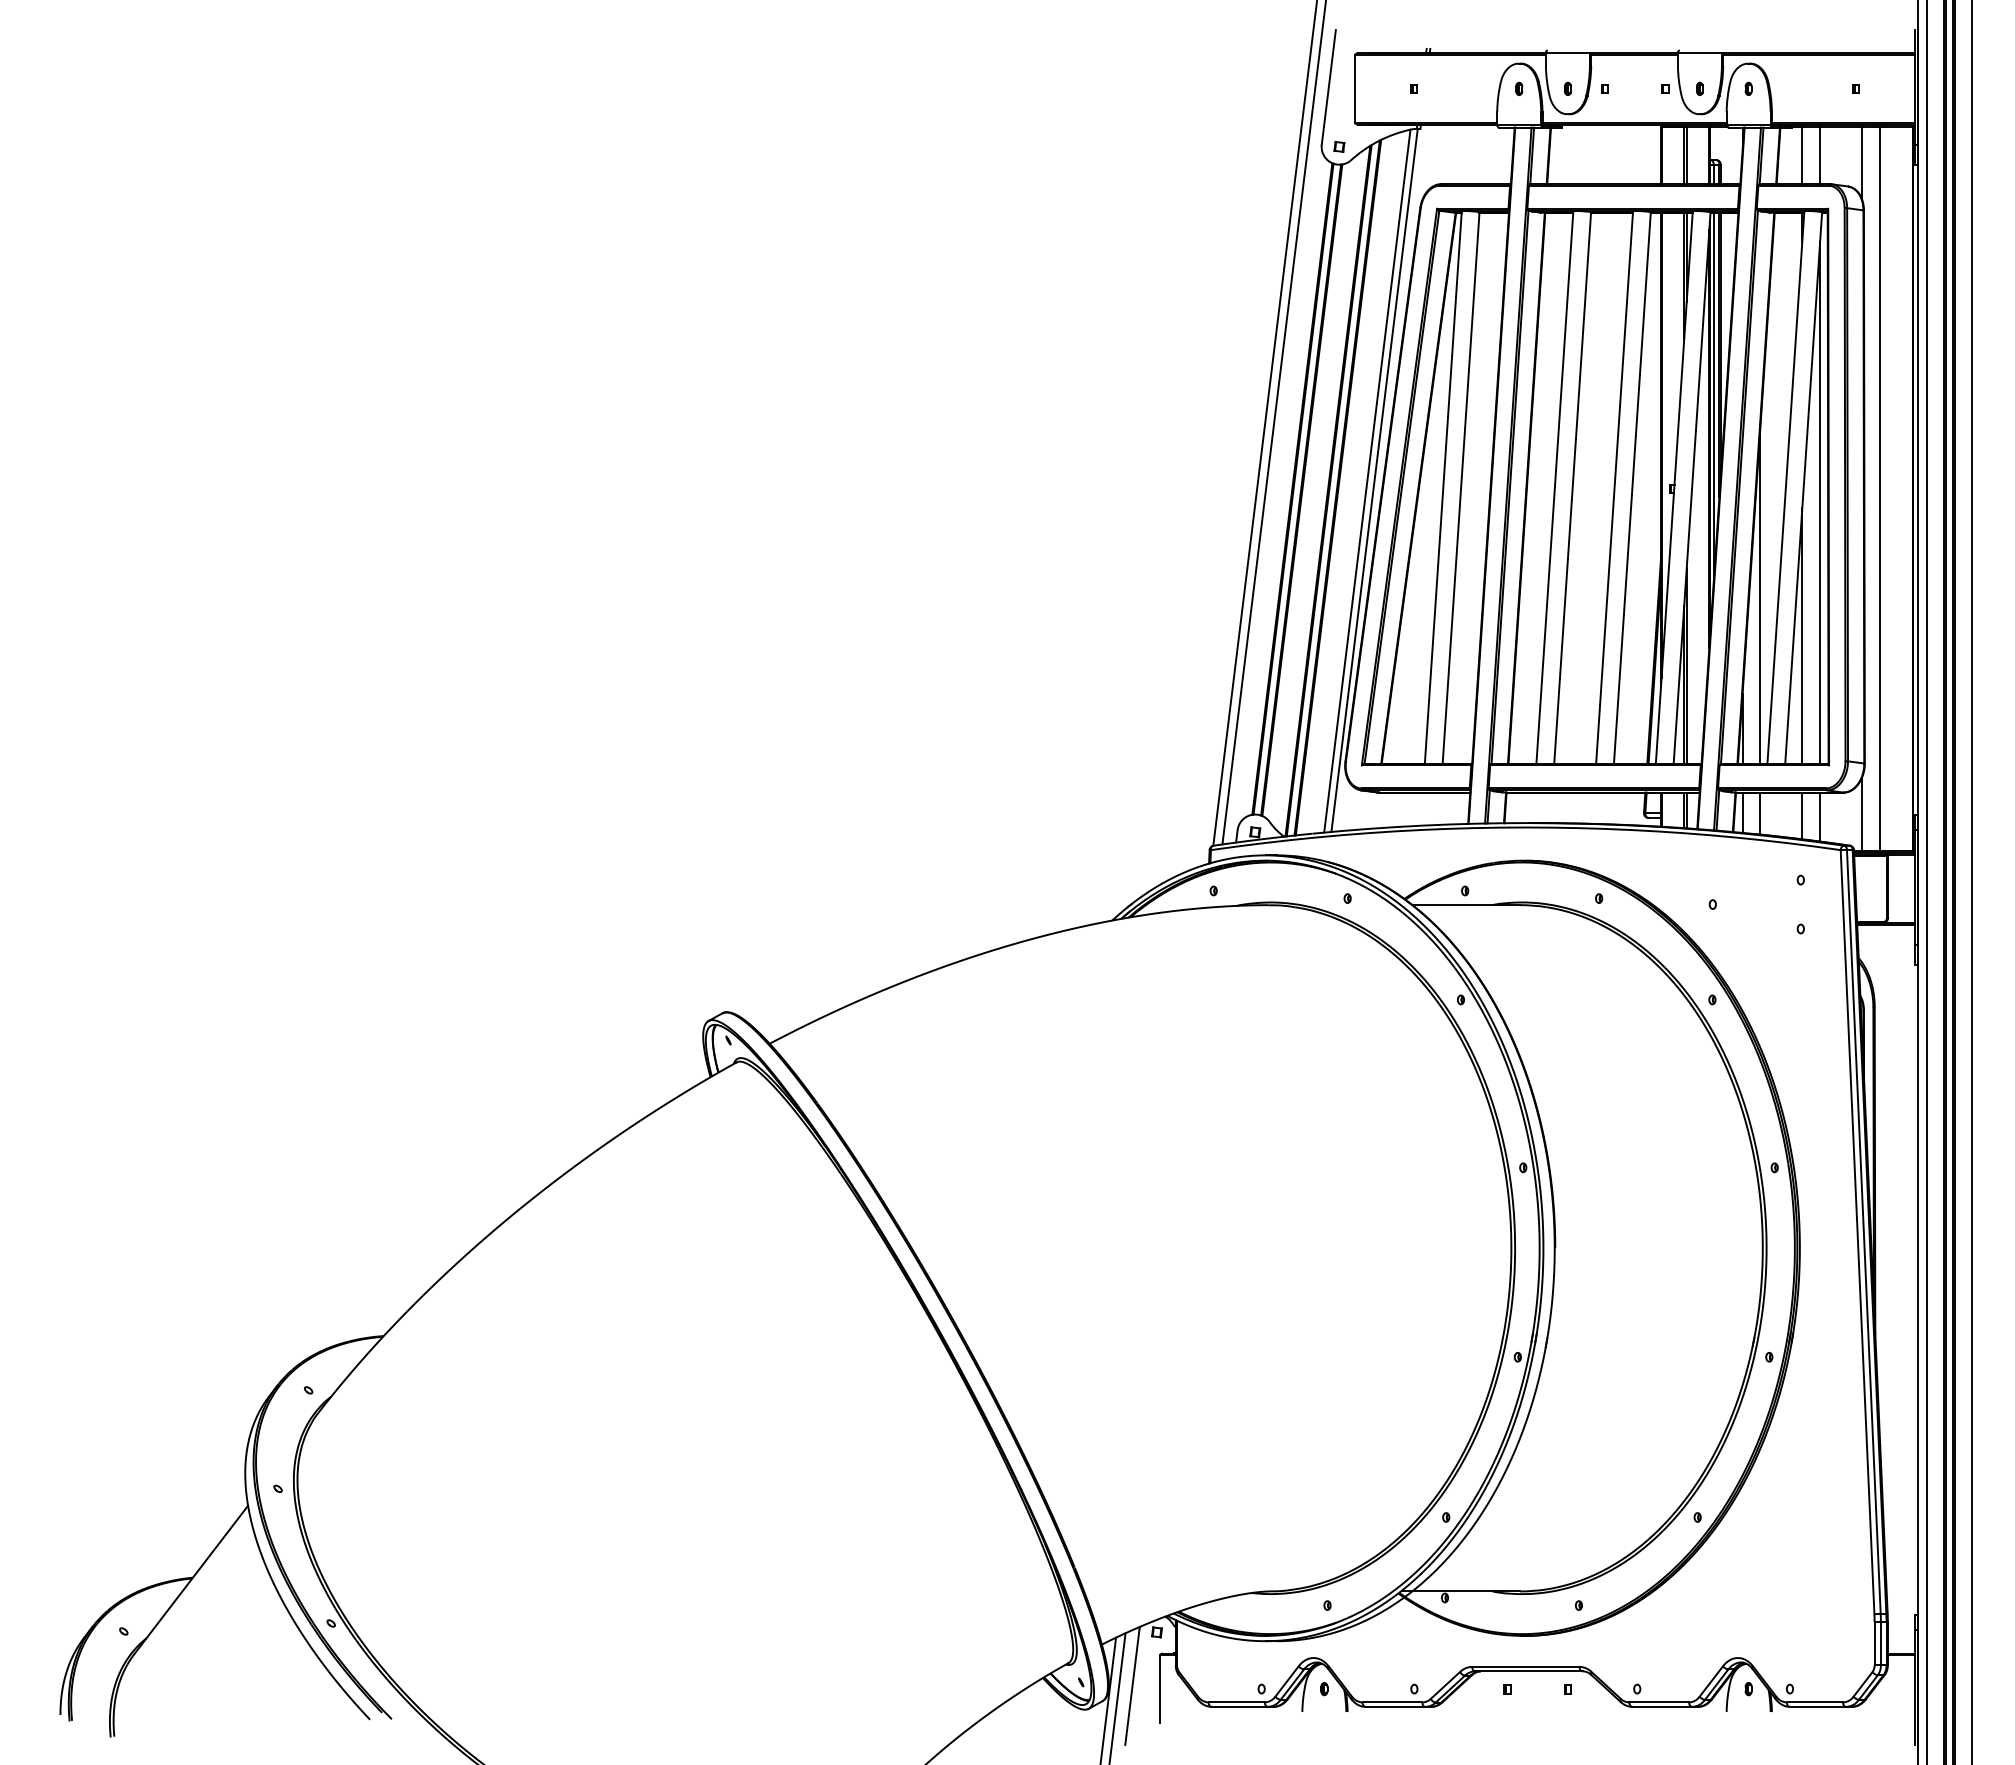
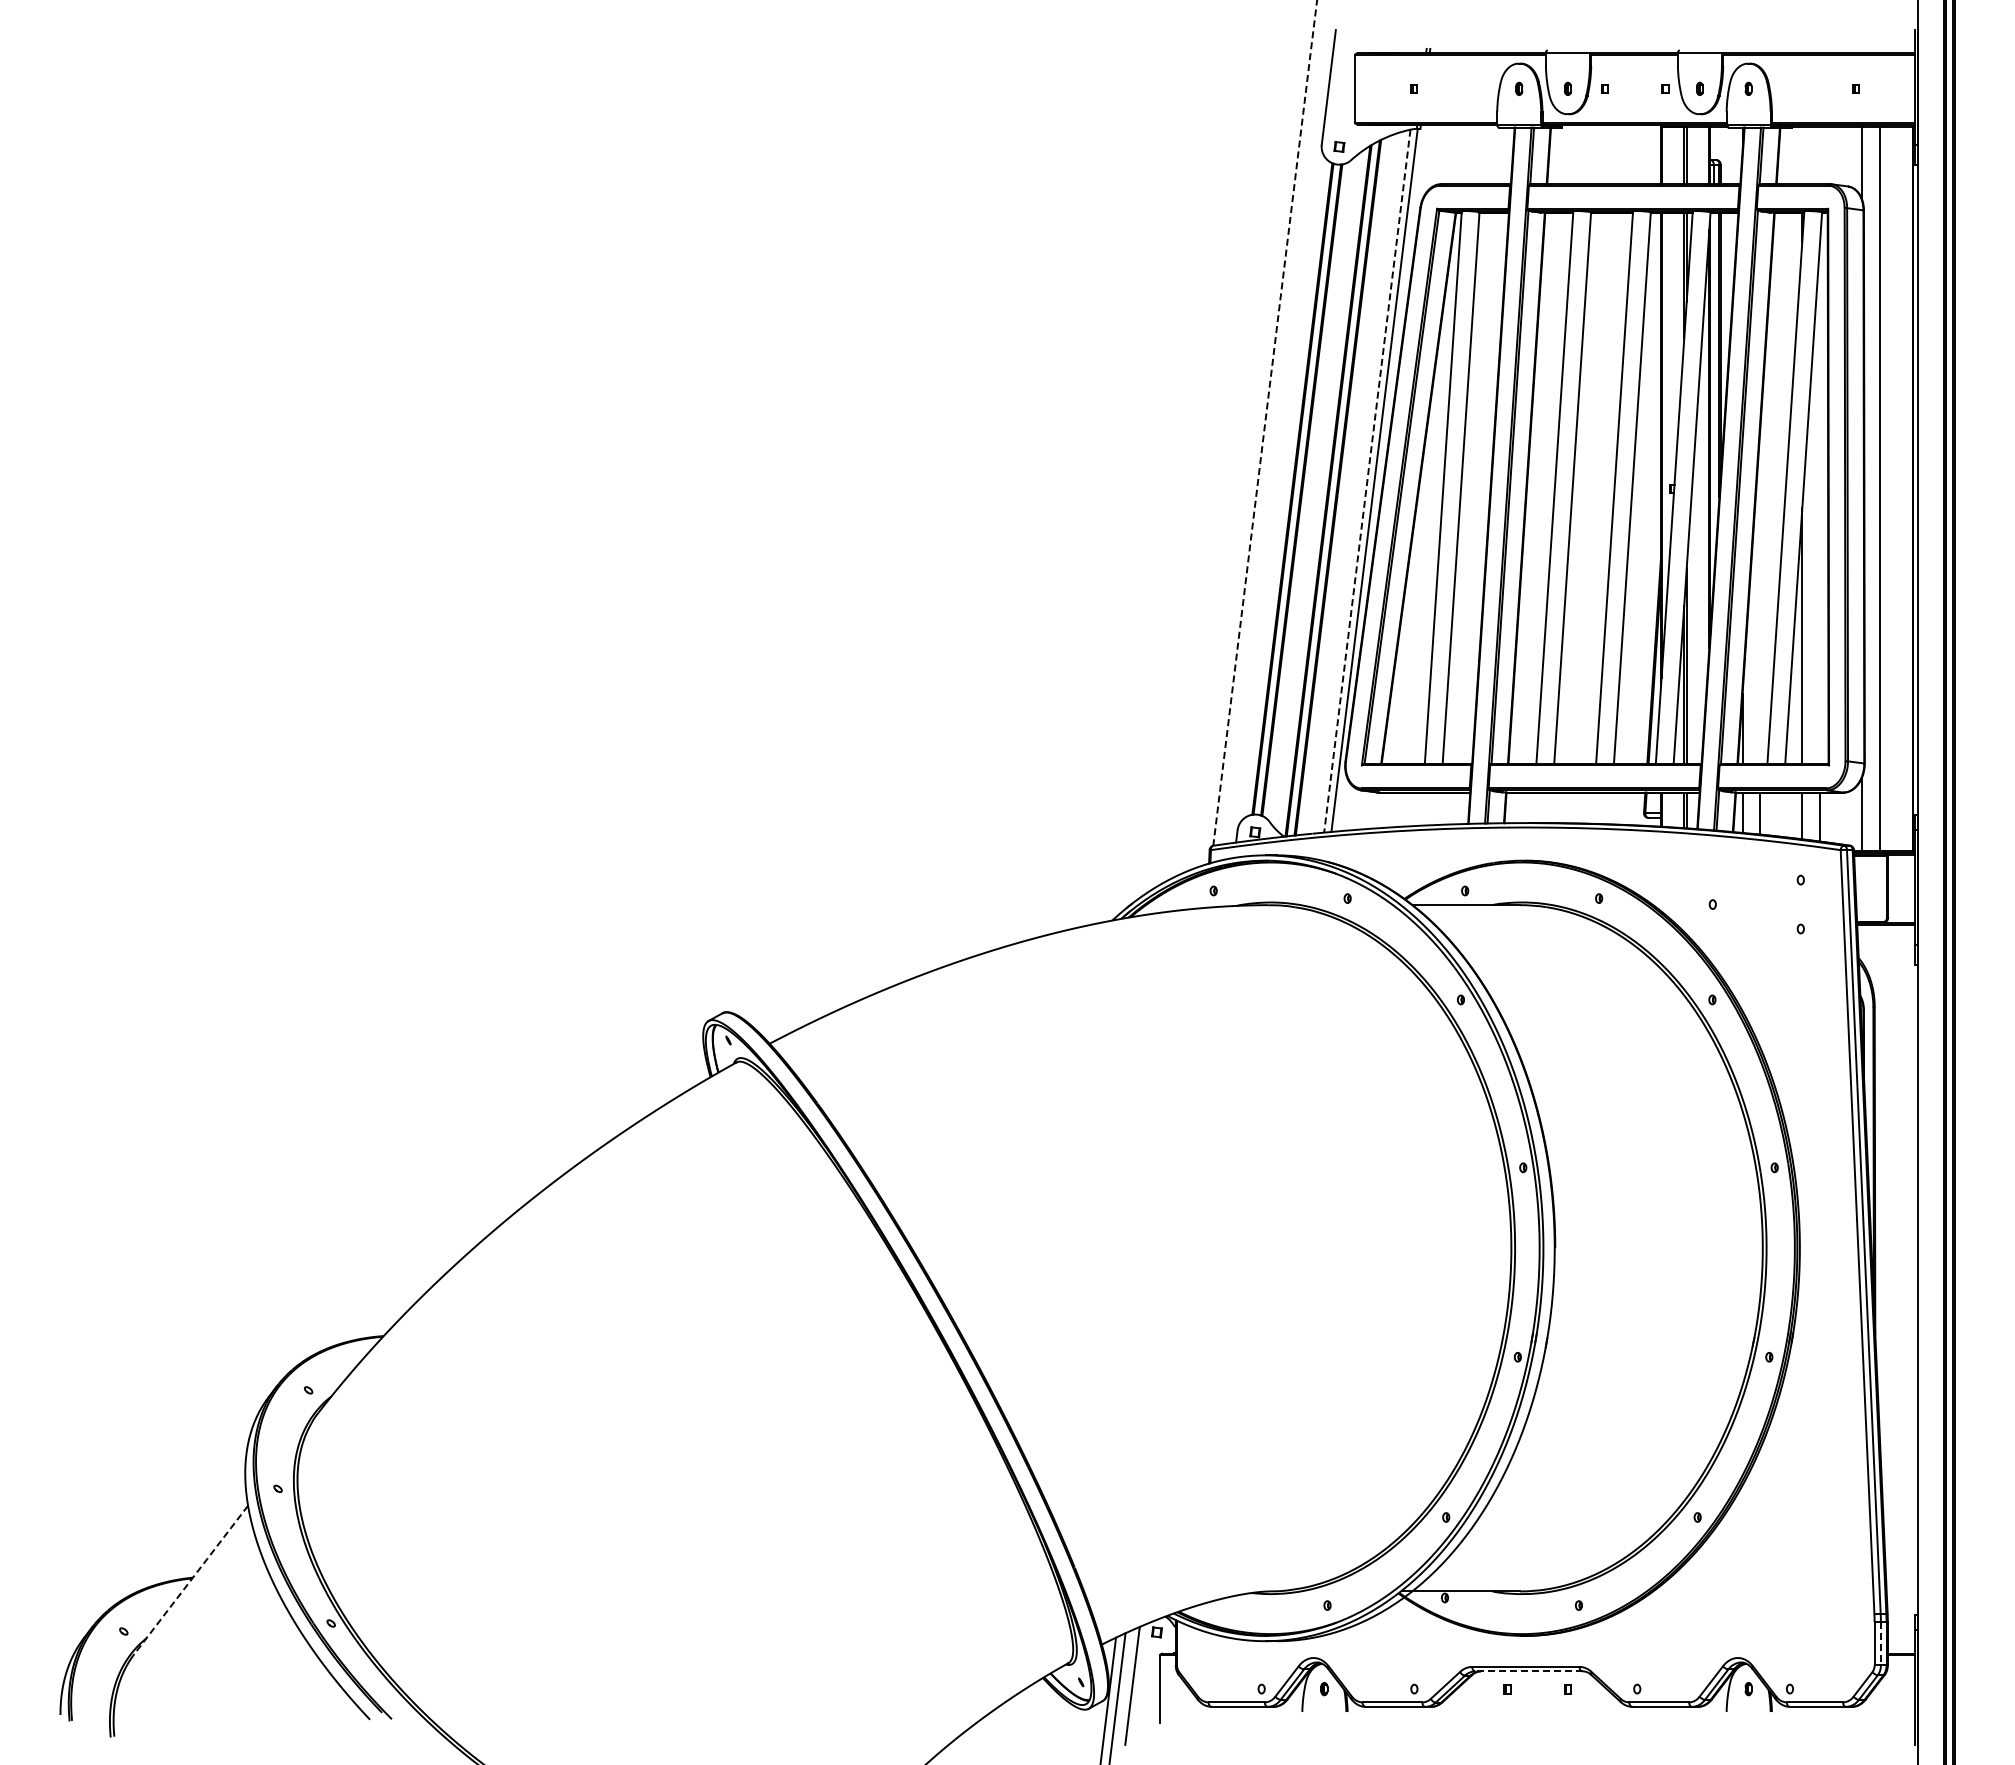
line at (1802, 155): present -> none
line at (1820, 155): present -> none
line at (1713, 396): present -> none
line at (1265, 423): solid -> dashed
line at (1273, 423): present -> none
line at (1367, 481): solid -> dashed
line at (1820, 502): present -> none
line at (1760, 595): present -> none
line at (1927, 881): present -> none
line at (1971, 881): present -> none
line at (190, 1580): solid -> dashed
line at (1880, 1643): solid -> dashed
line at (1528, 1671): solid -> dashed
